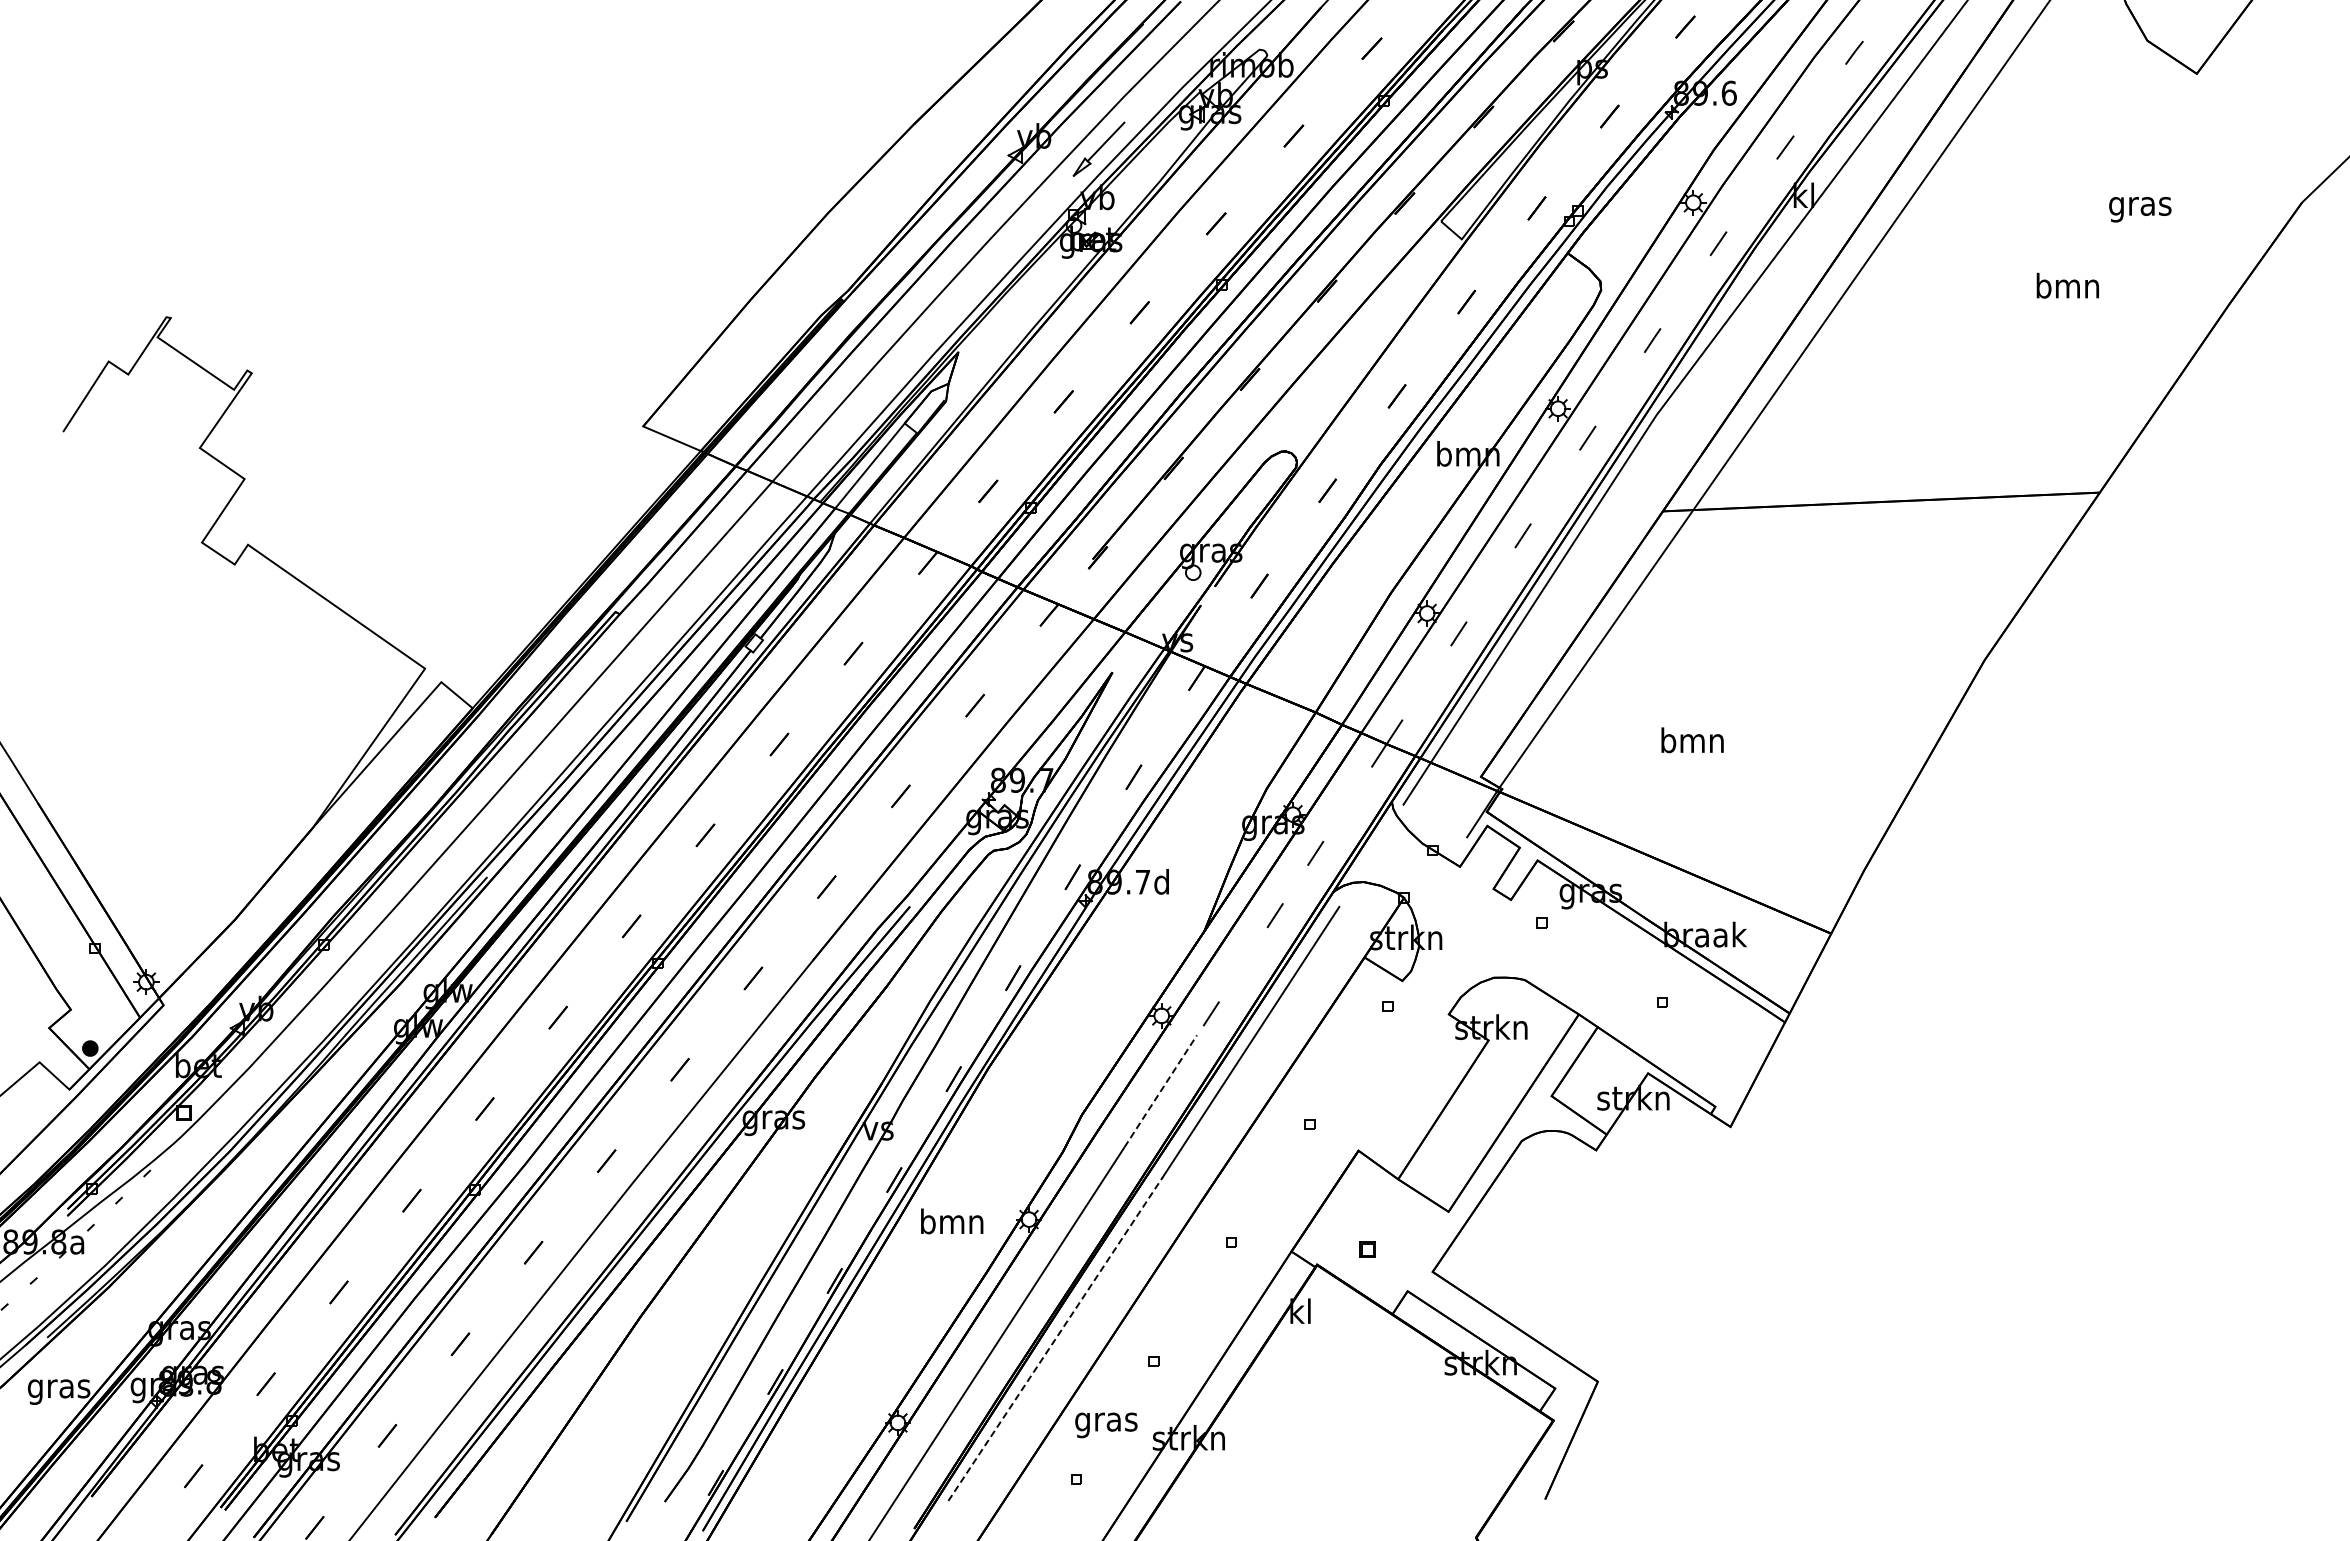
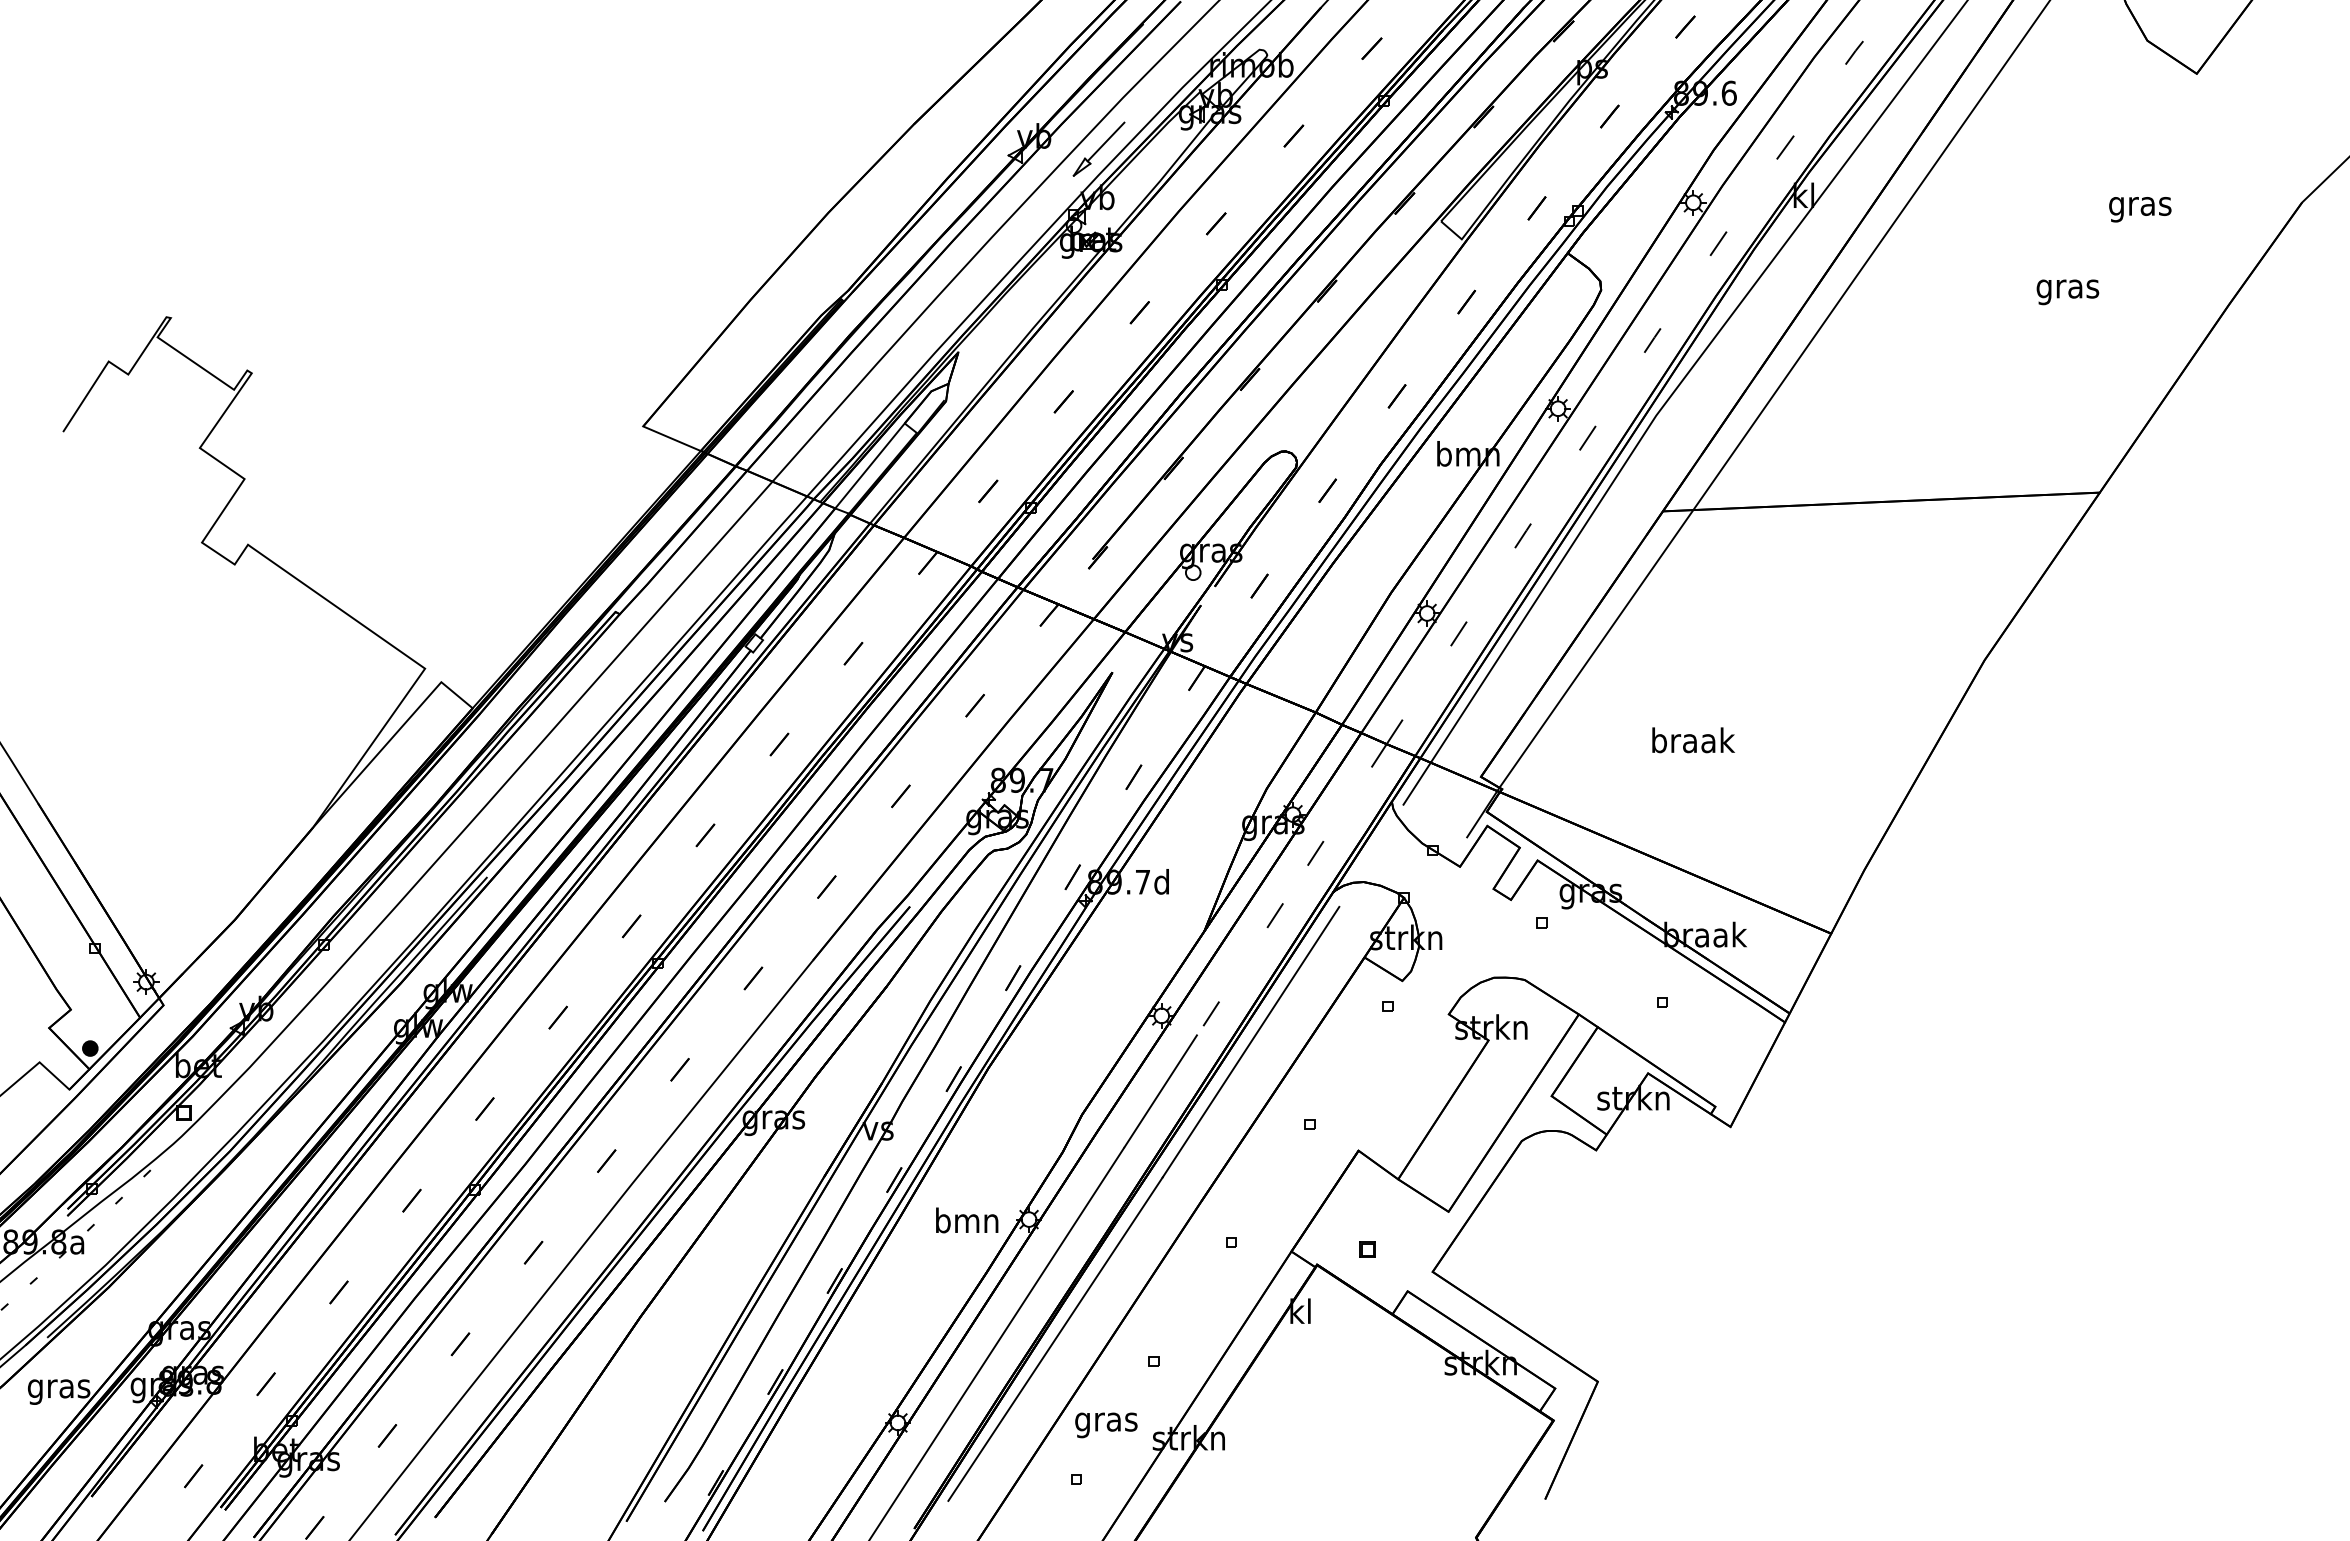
text at (2067, 288): bmn -> gras
text at (1693, 740): bmn -> braak
line at (1160, 1091): dashed -> solid
text at (952, 1221) position: (952, 1221) -> (967, 1220)
line at (1055, 1338): dashed -> solid
